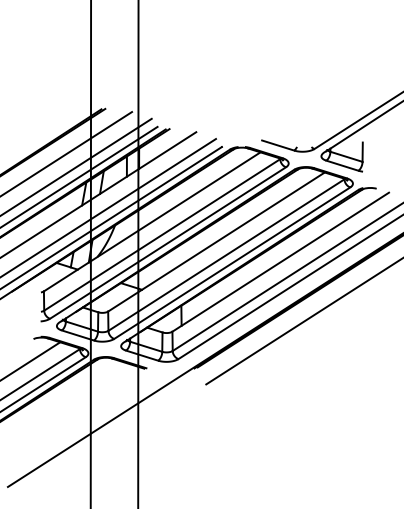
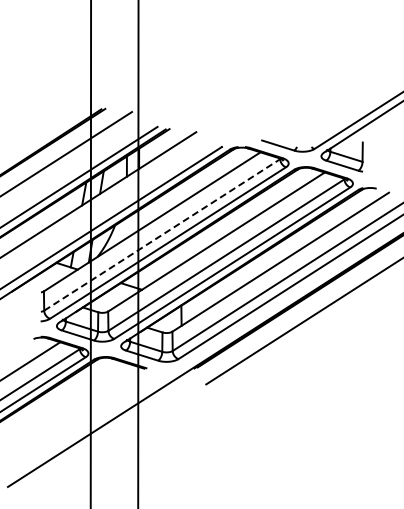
line at (76, 166): present -> none
line at (109, 207): present -> none
line at (162, 234): solid -> dashed
